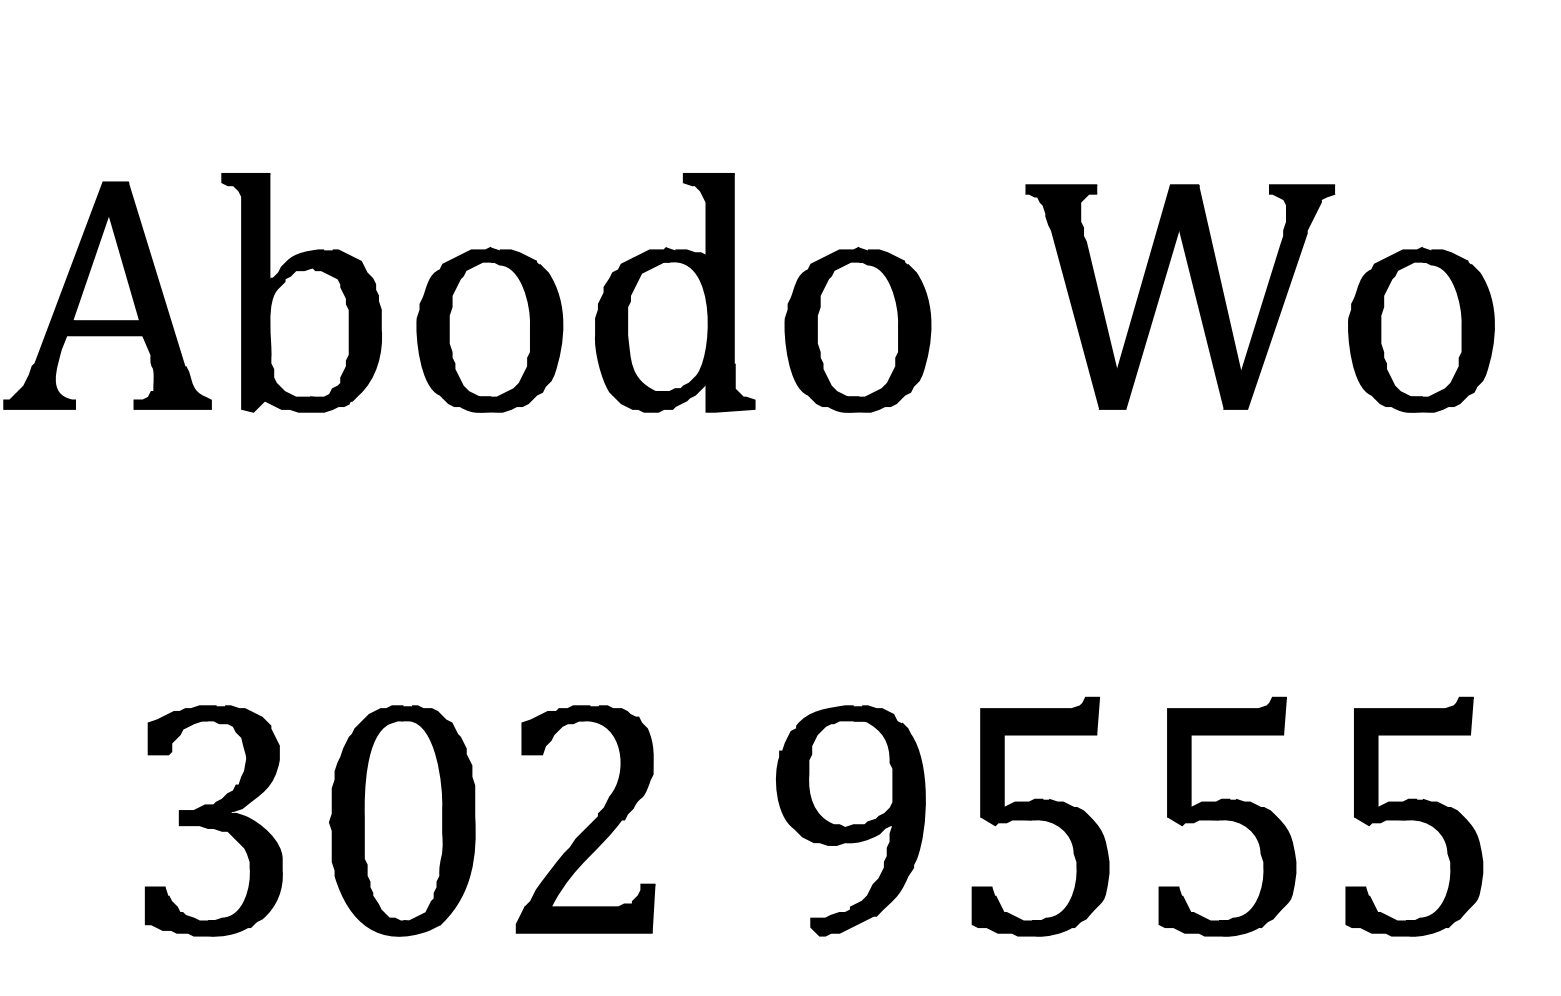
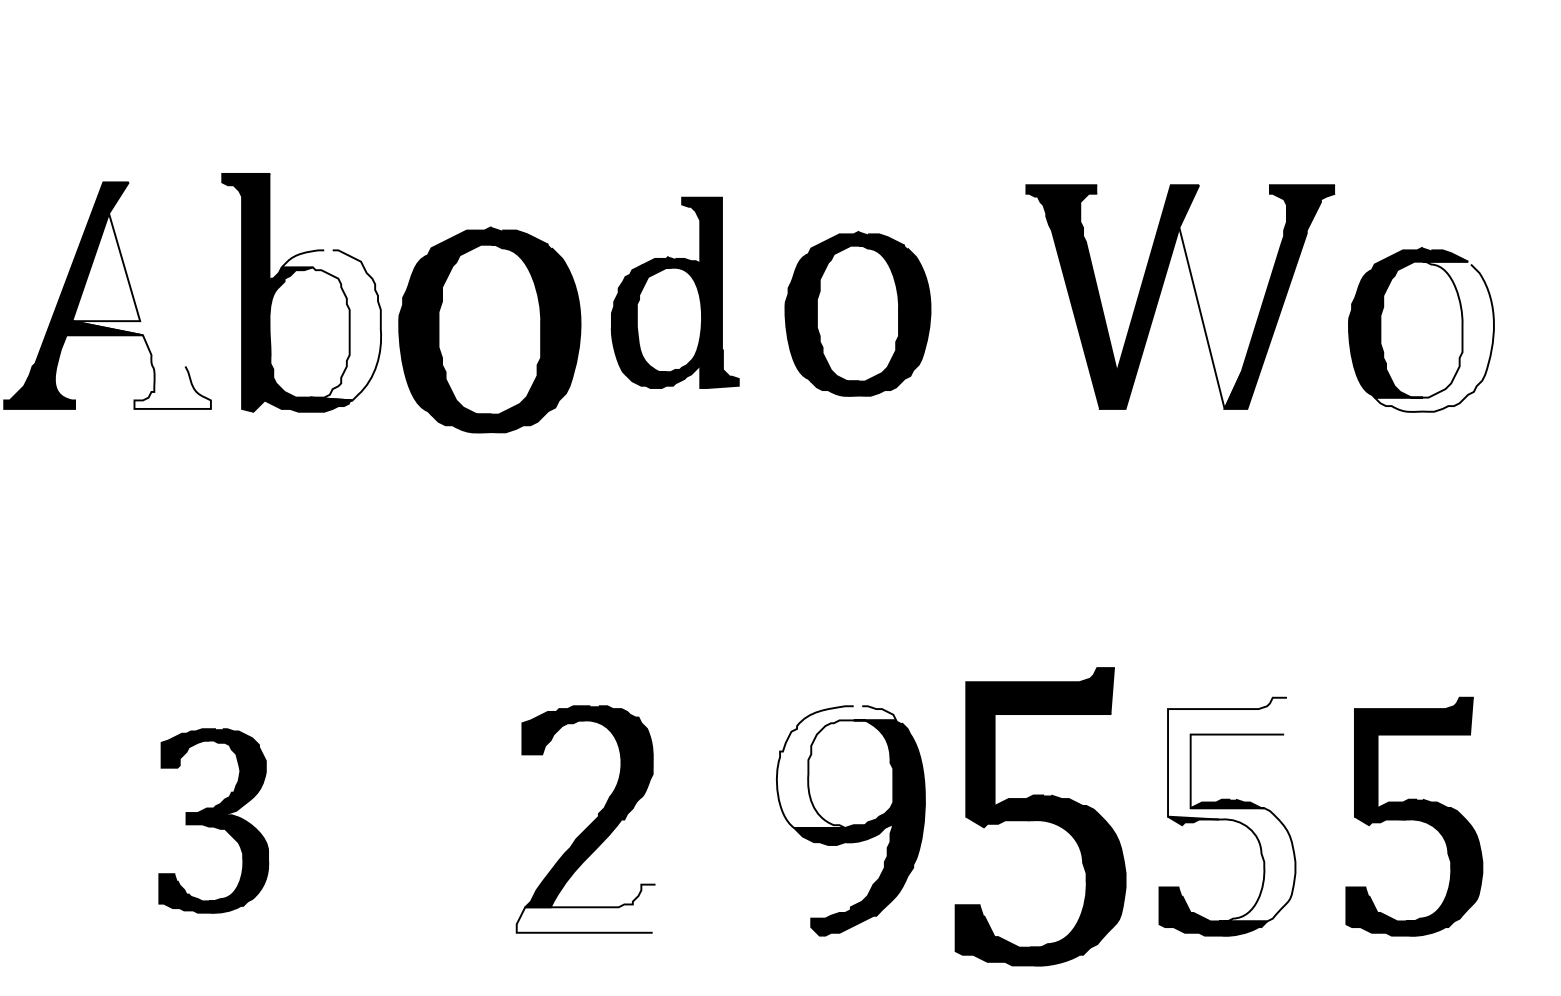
part at (675, 292) size: 161x240 px -> 130x193 px
fill at (141, 295): present -> none
fill at (1210, 296): present -> none
fill at (331, 325): present -> none
part at (489, 329) size: 148x167 px -> 184x208 px
part at (857, 329) position: (857, 329) -> (857, 313)
fill at (1433, 336): present -> none
fill at (836, 767): present -> none
fill at (1231, 809): present -> none
part at (1040, 816) size: 139x241 px -> 173x300 px
part at (213, 820) size: 139x232 px -> 112x186 px
part at (402, 820): present -> none
fill at (585, 908): present -> none
